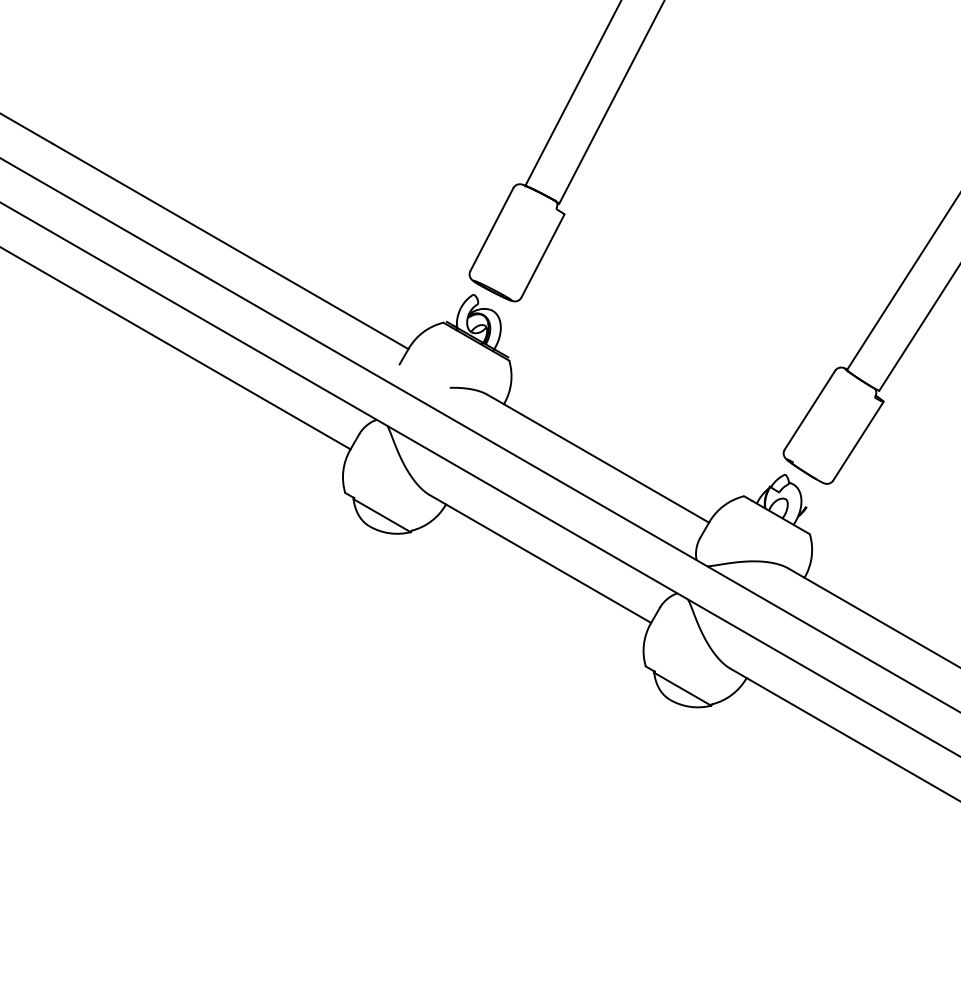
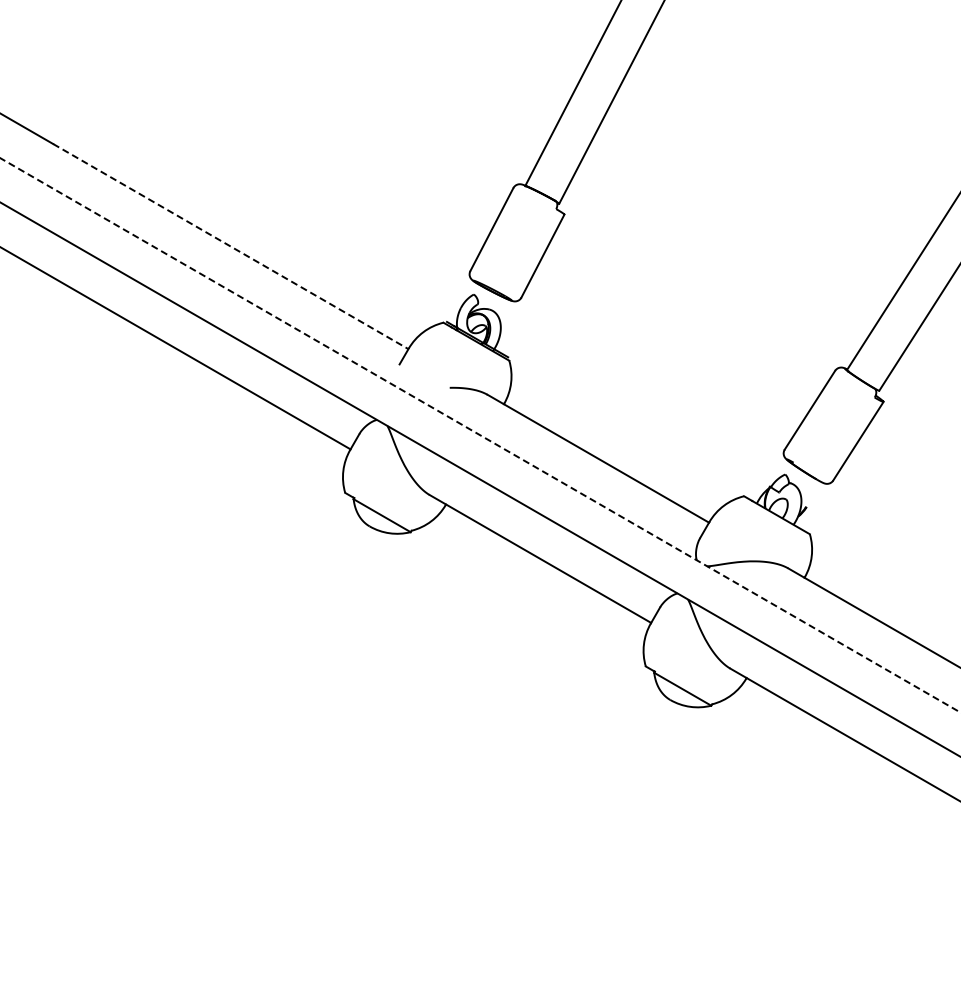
line at (231, 246): solid -> dashed
line at (480, 435): solid -> dashed
